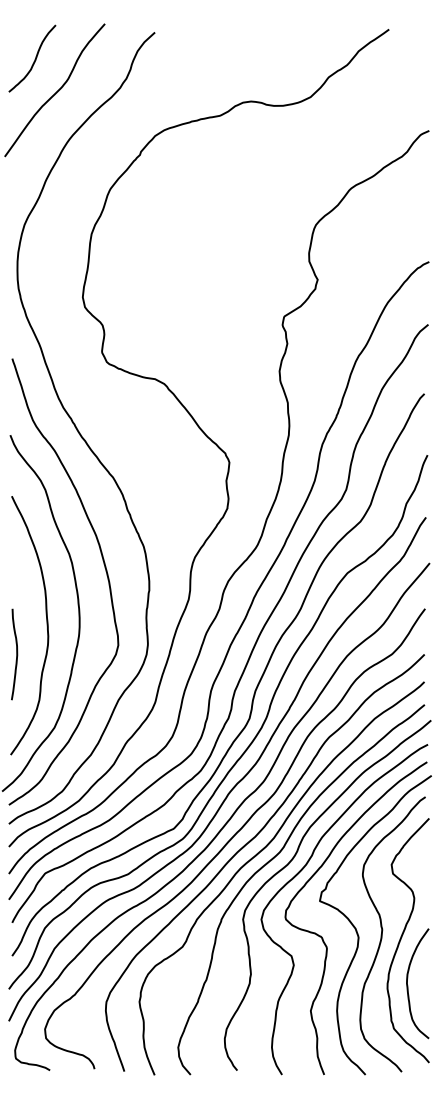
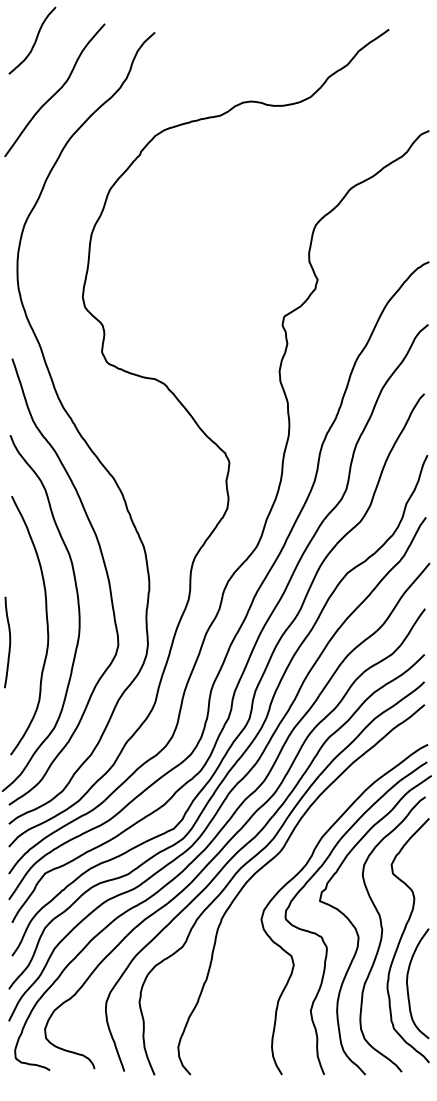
curve at (34, 59) position: (34, 59) -> (34, 41)
curve at (16, 654) position: (16, 654) -> (9, 642)
curve at (289, 864): present -> none
